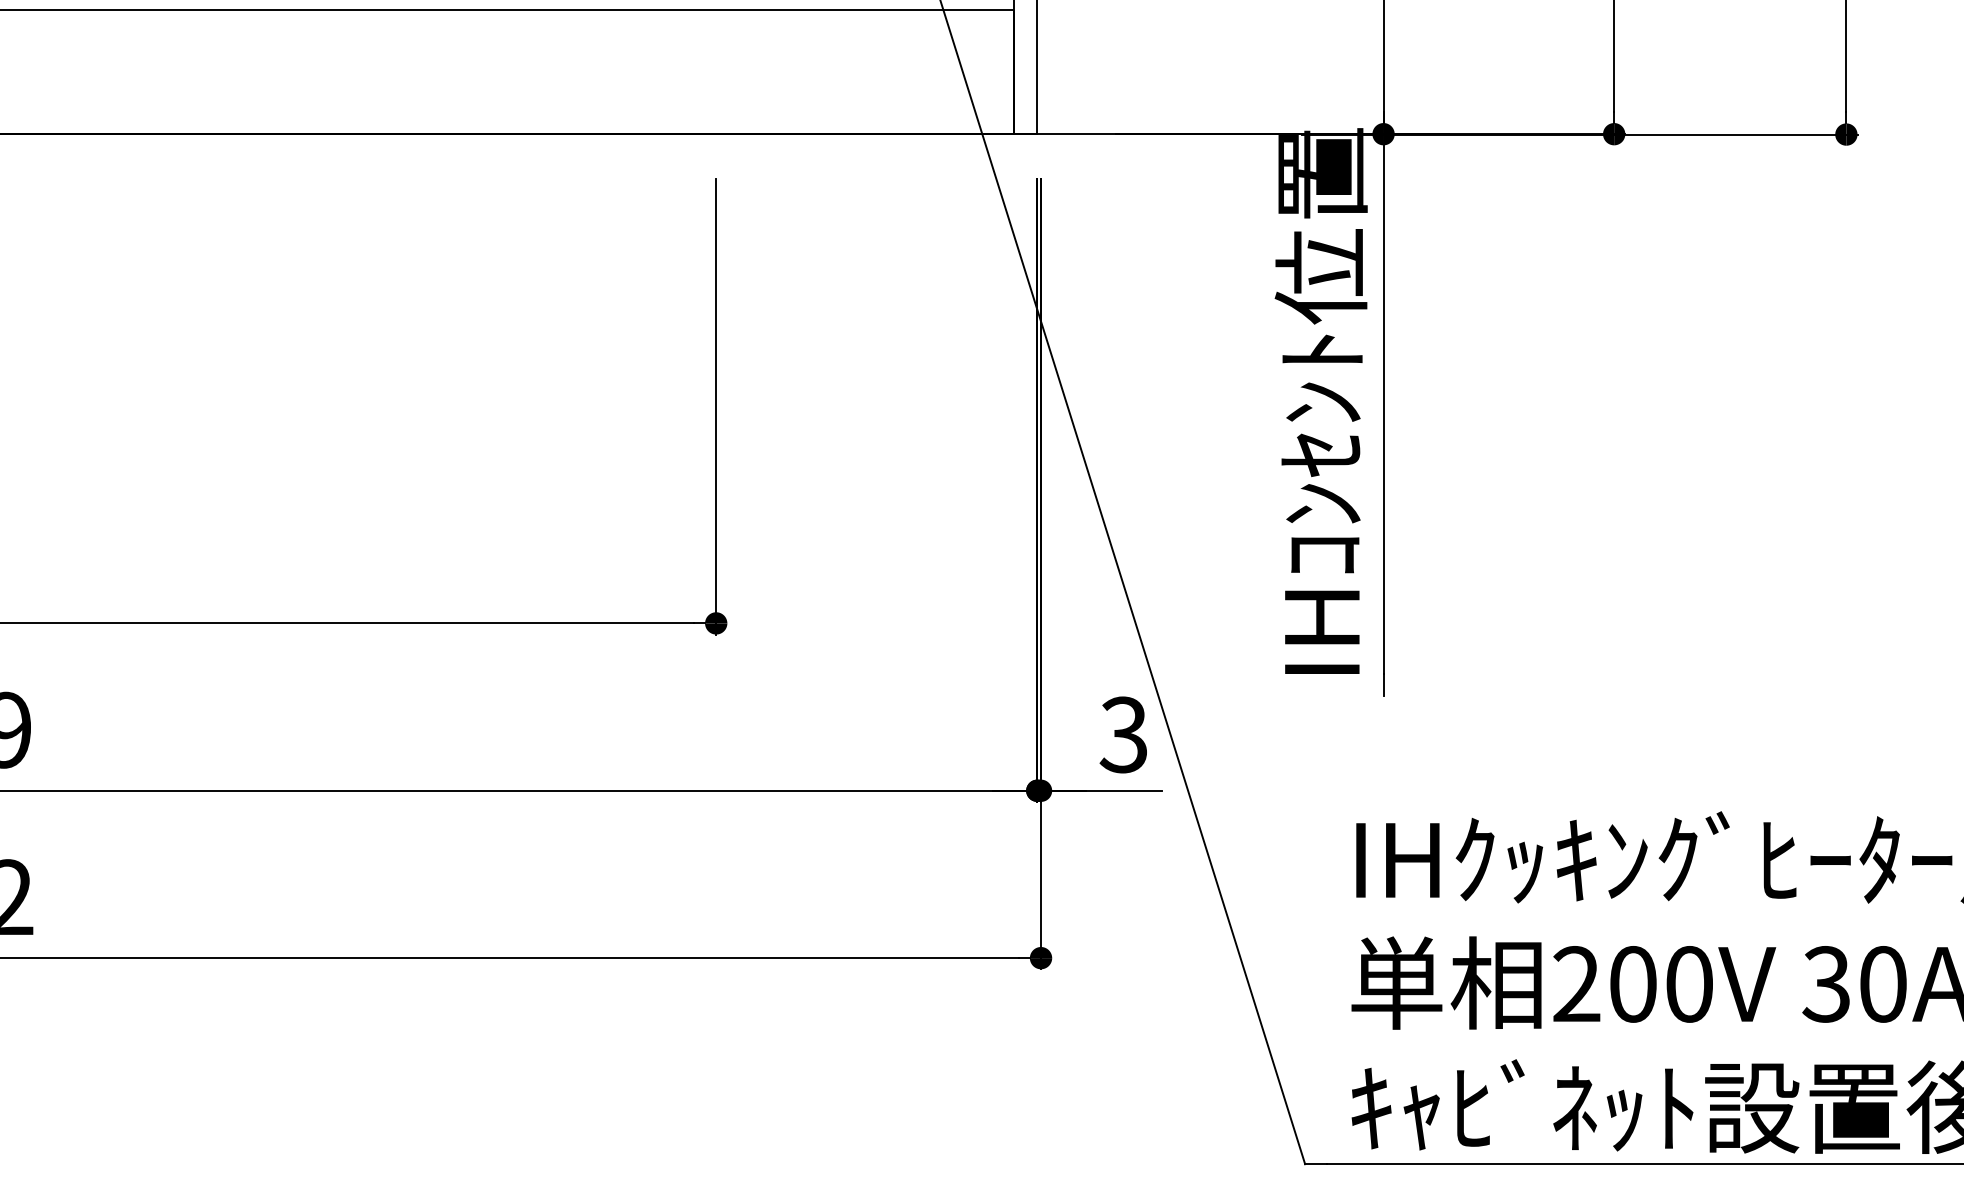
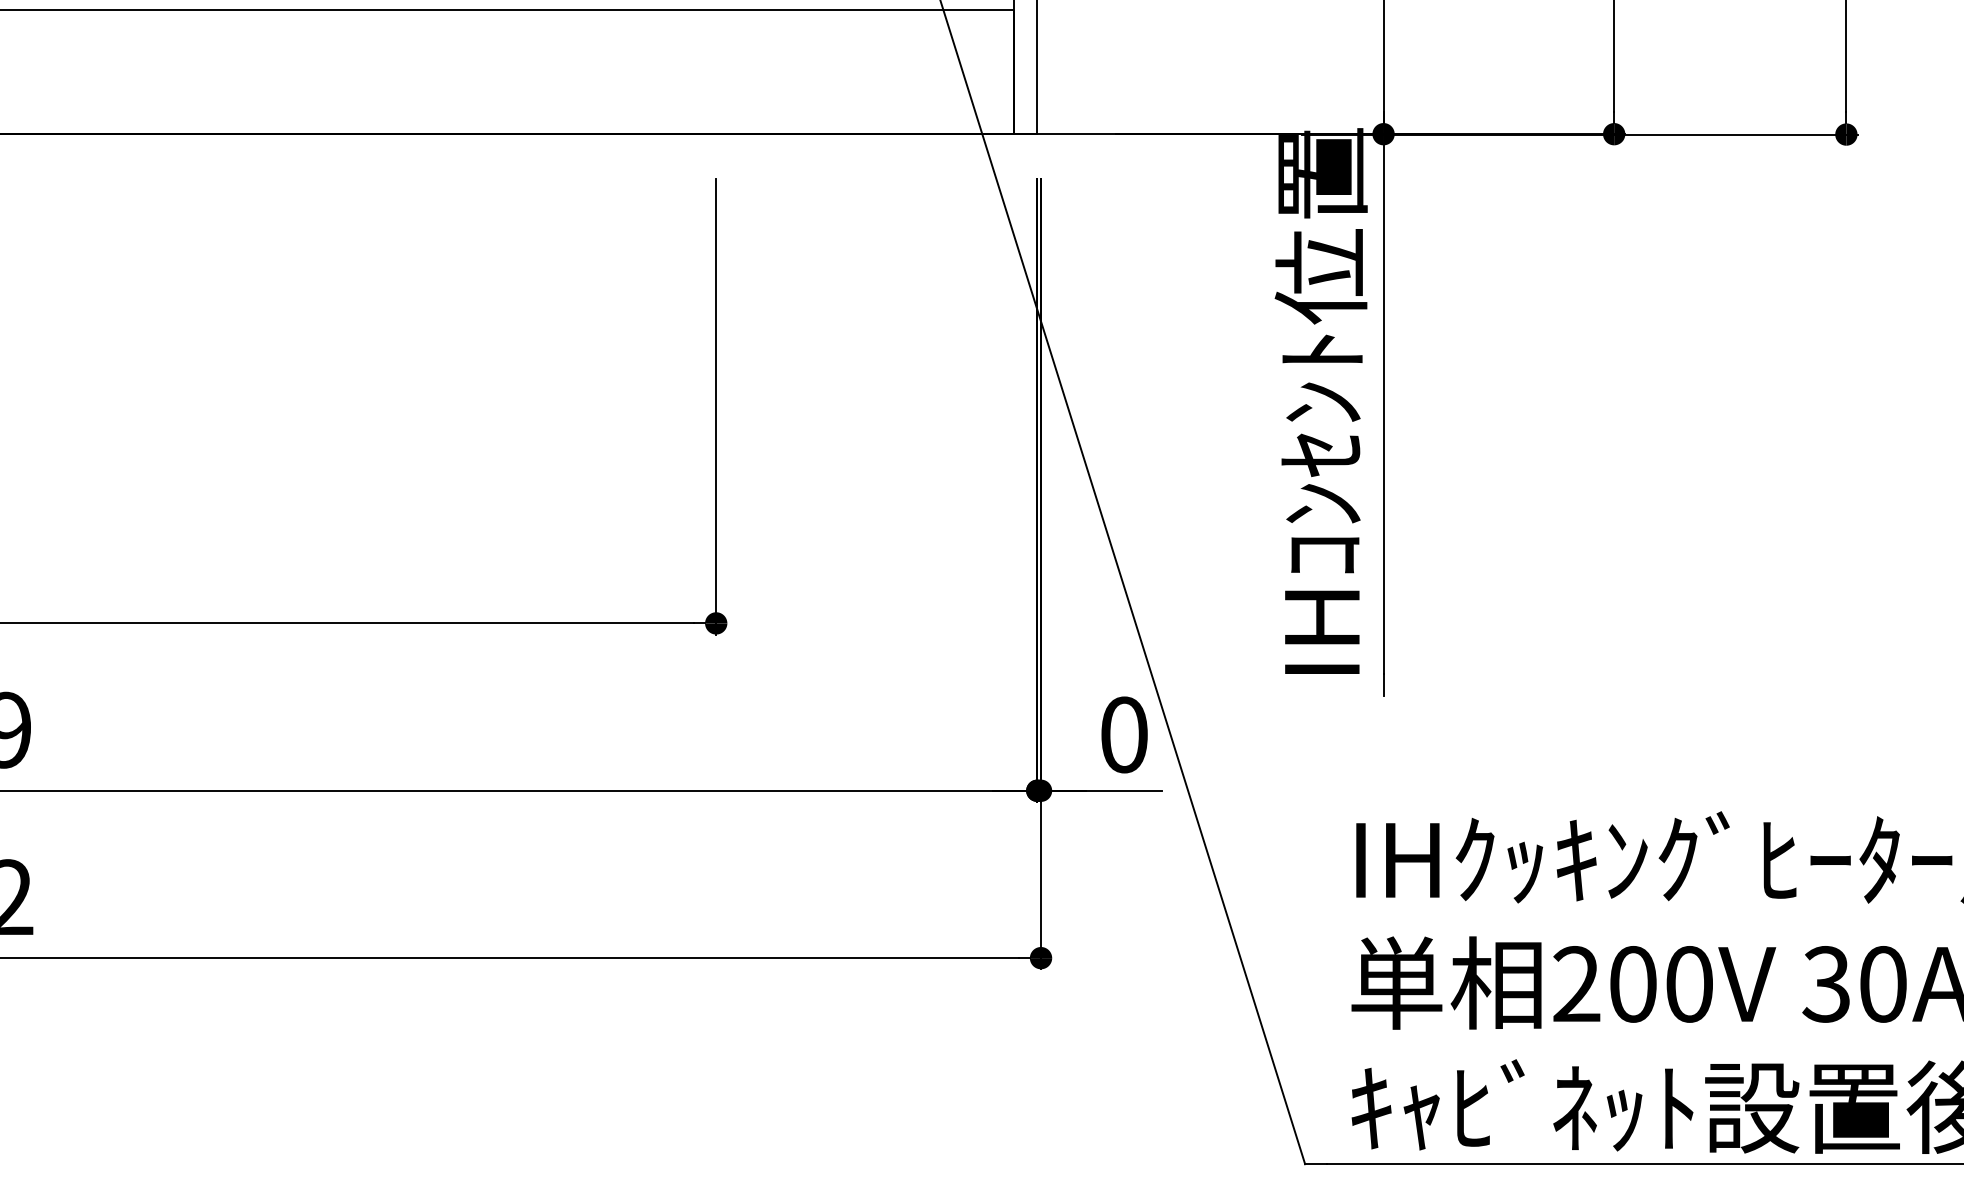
text at (1123, 734): 3 -> 0
